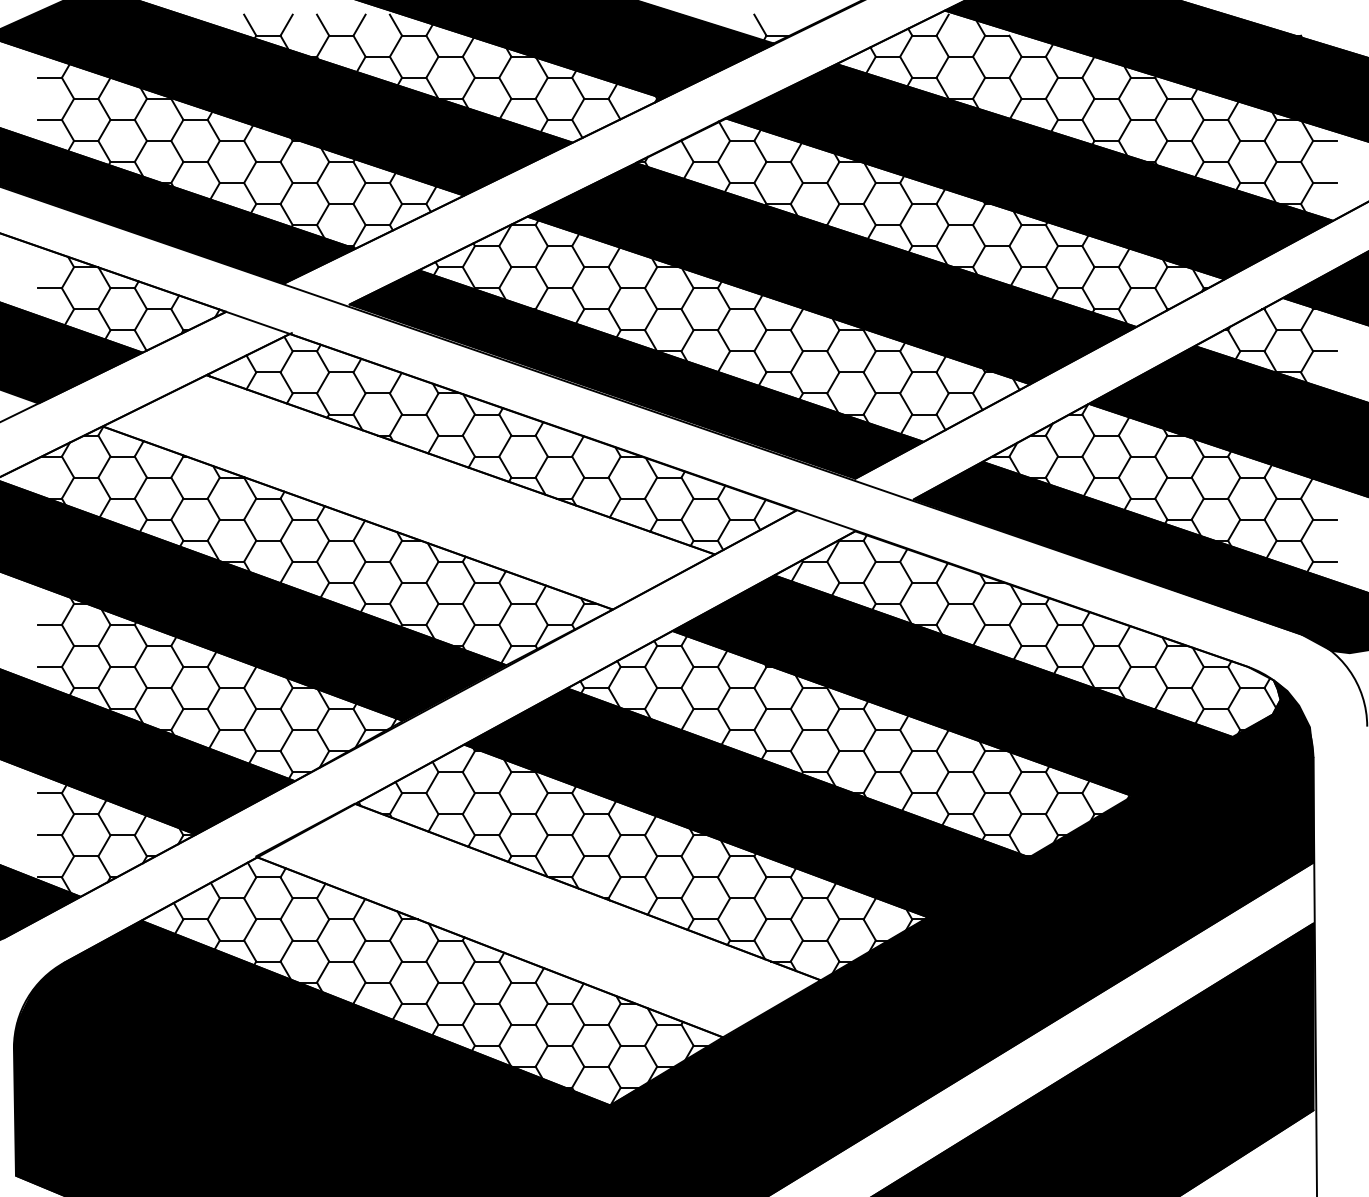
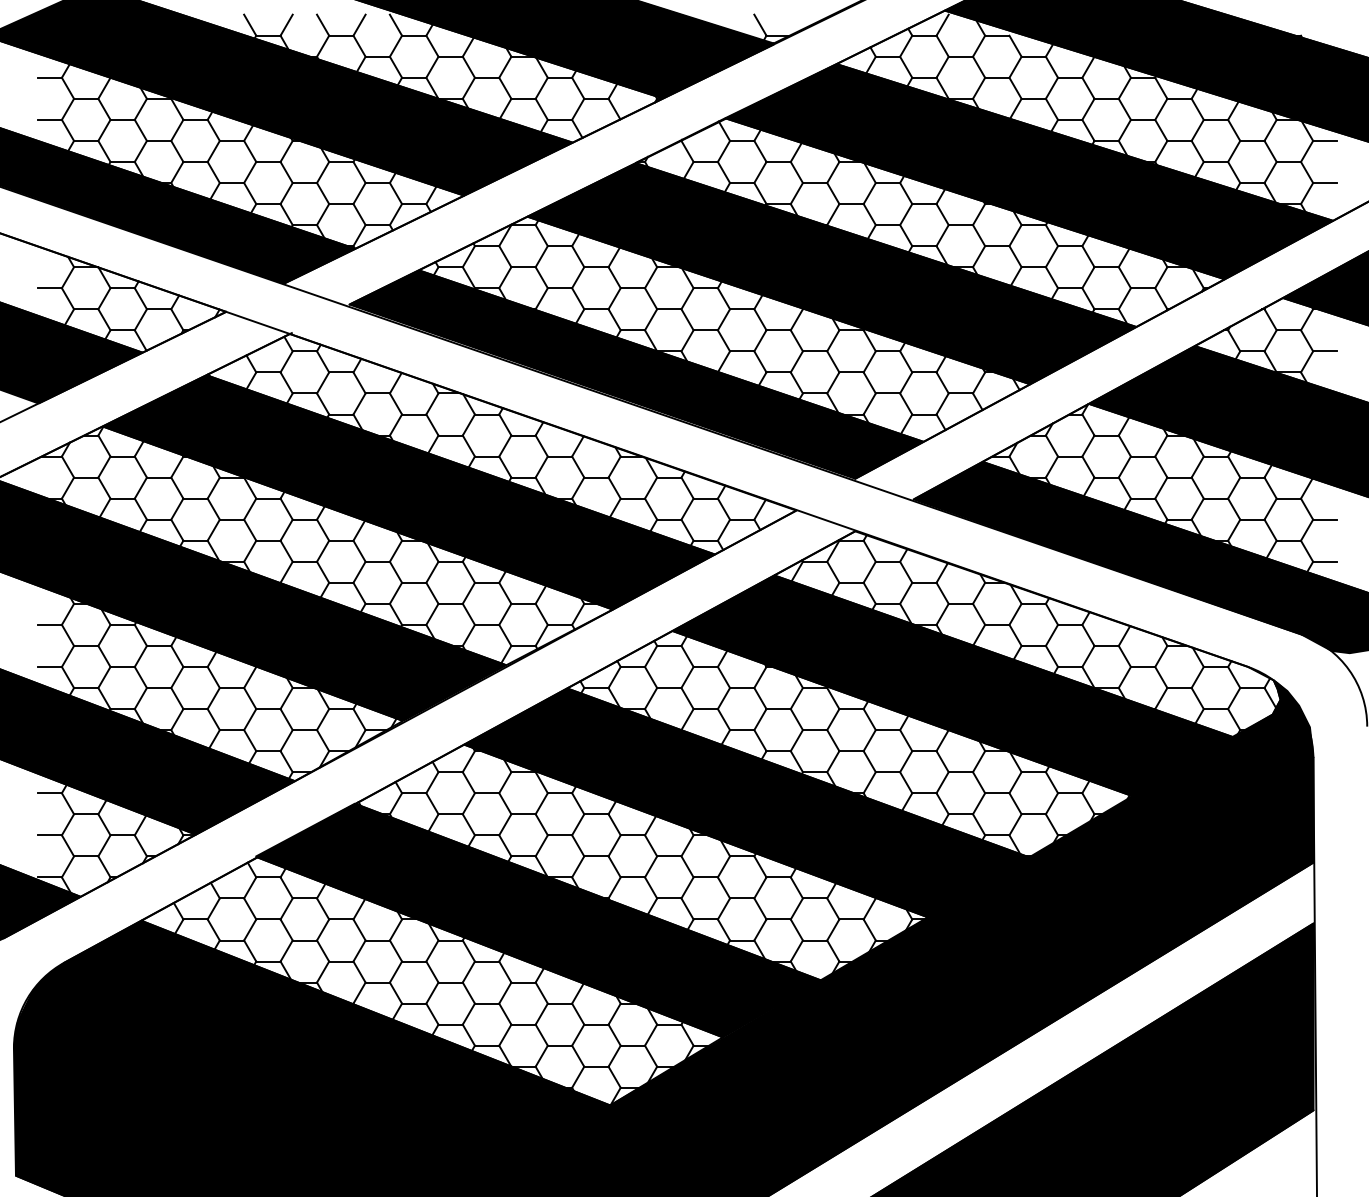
fill at (408, 492): none -> present
fill at (537, 920): none -> present
